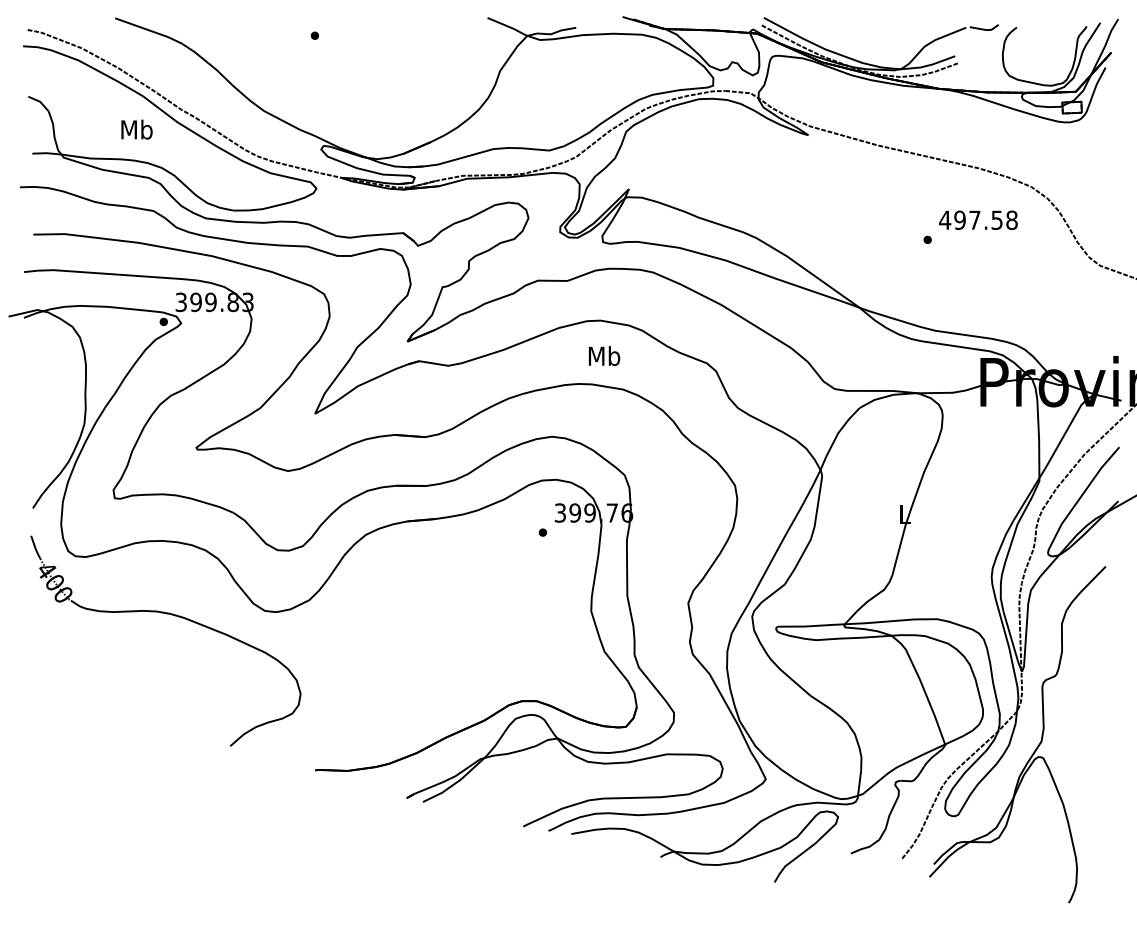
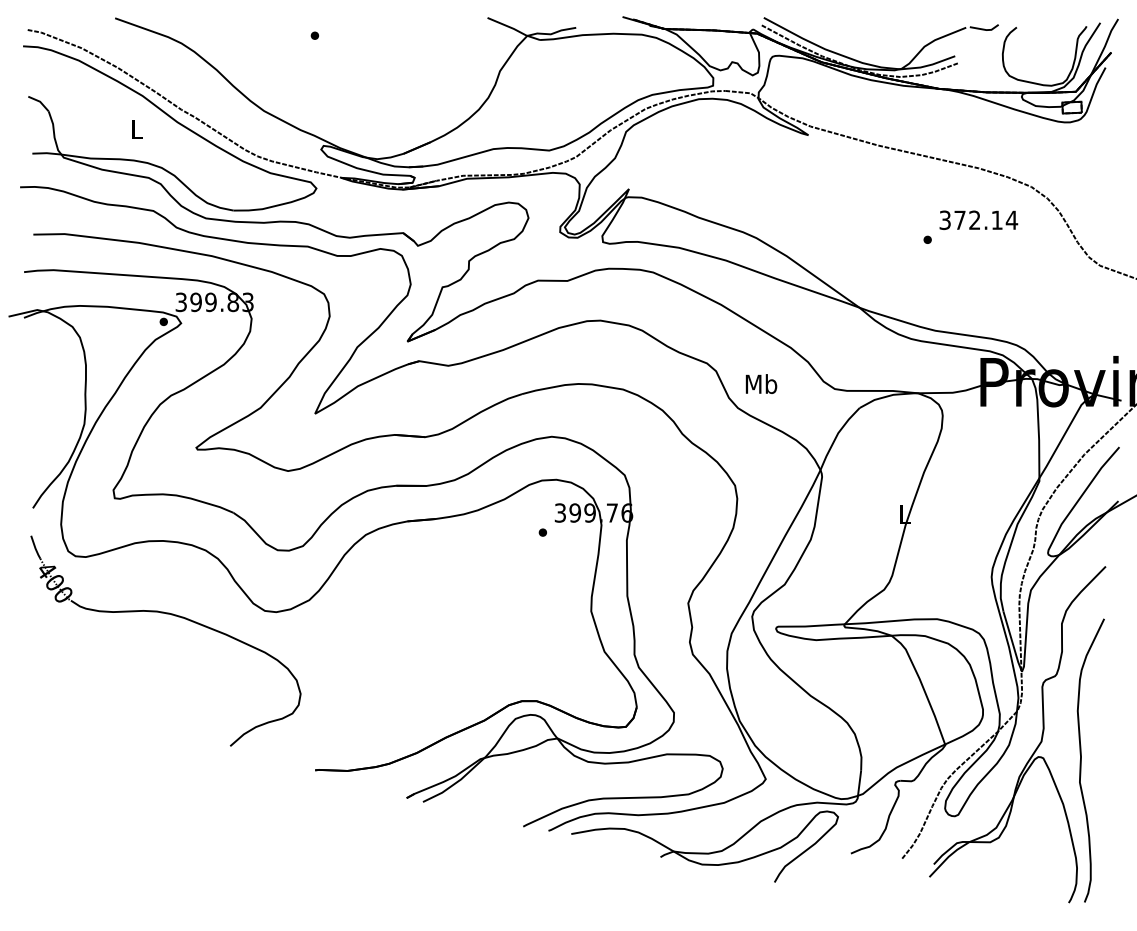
text at (136, 129): Mb -> L
text at (978, 220): 497.58 -> 372.14
text at (604, 355) position: (604, 355) -> (761, 383)
curve at (1081, 760): none -> present
